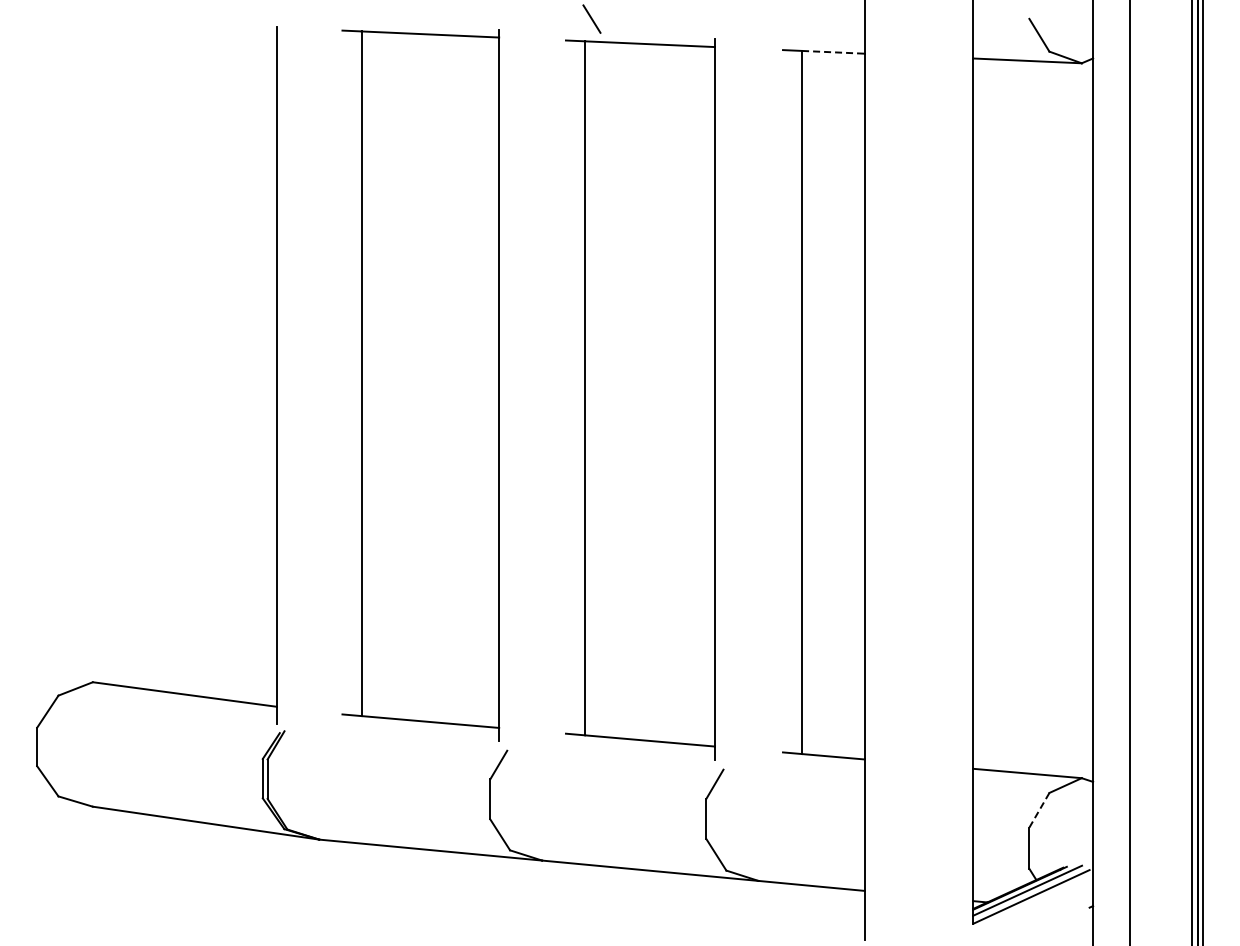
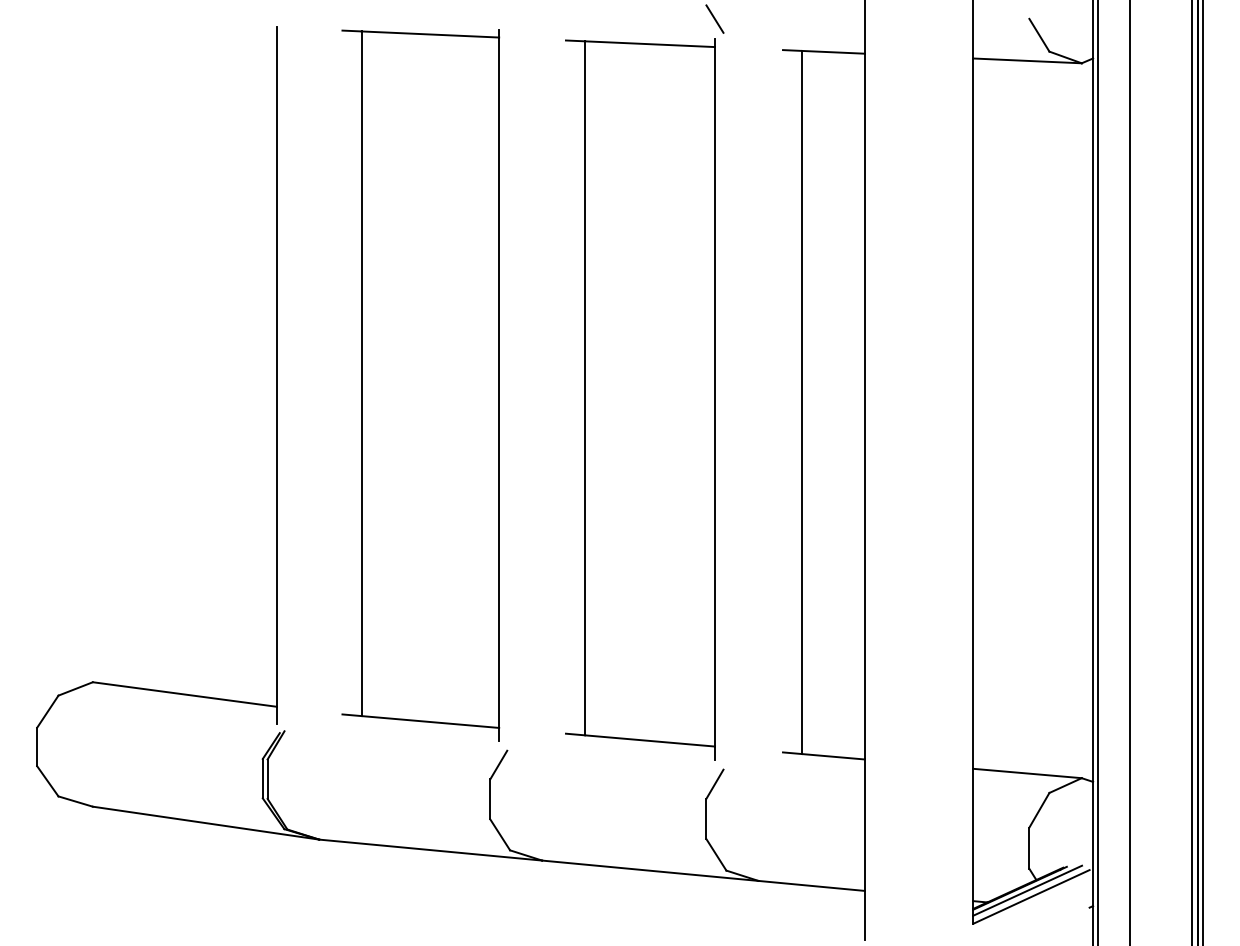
line at (591, 18) position: (591, 18) -> (714, 18)
line at (833, 52): dashed -> solid
line at (1097, 472): none -> present
line at (1039, 809): dashed -> solid
